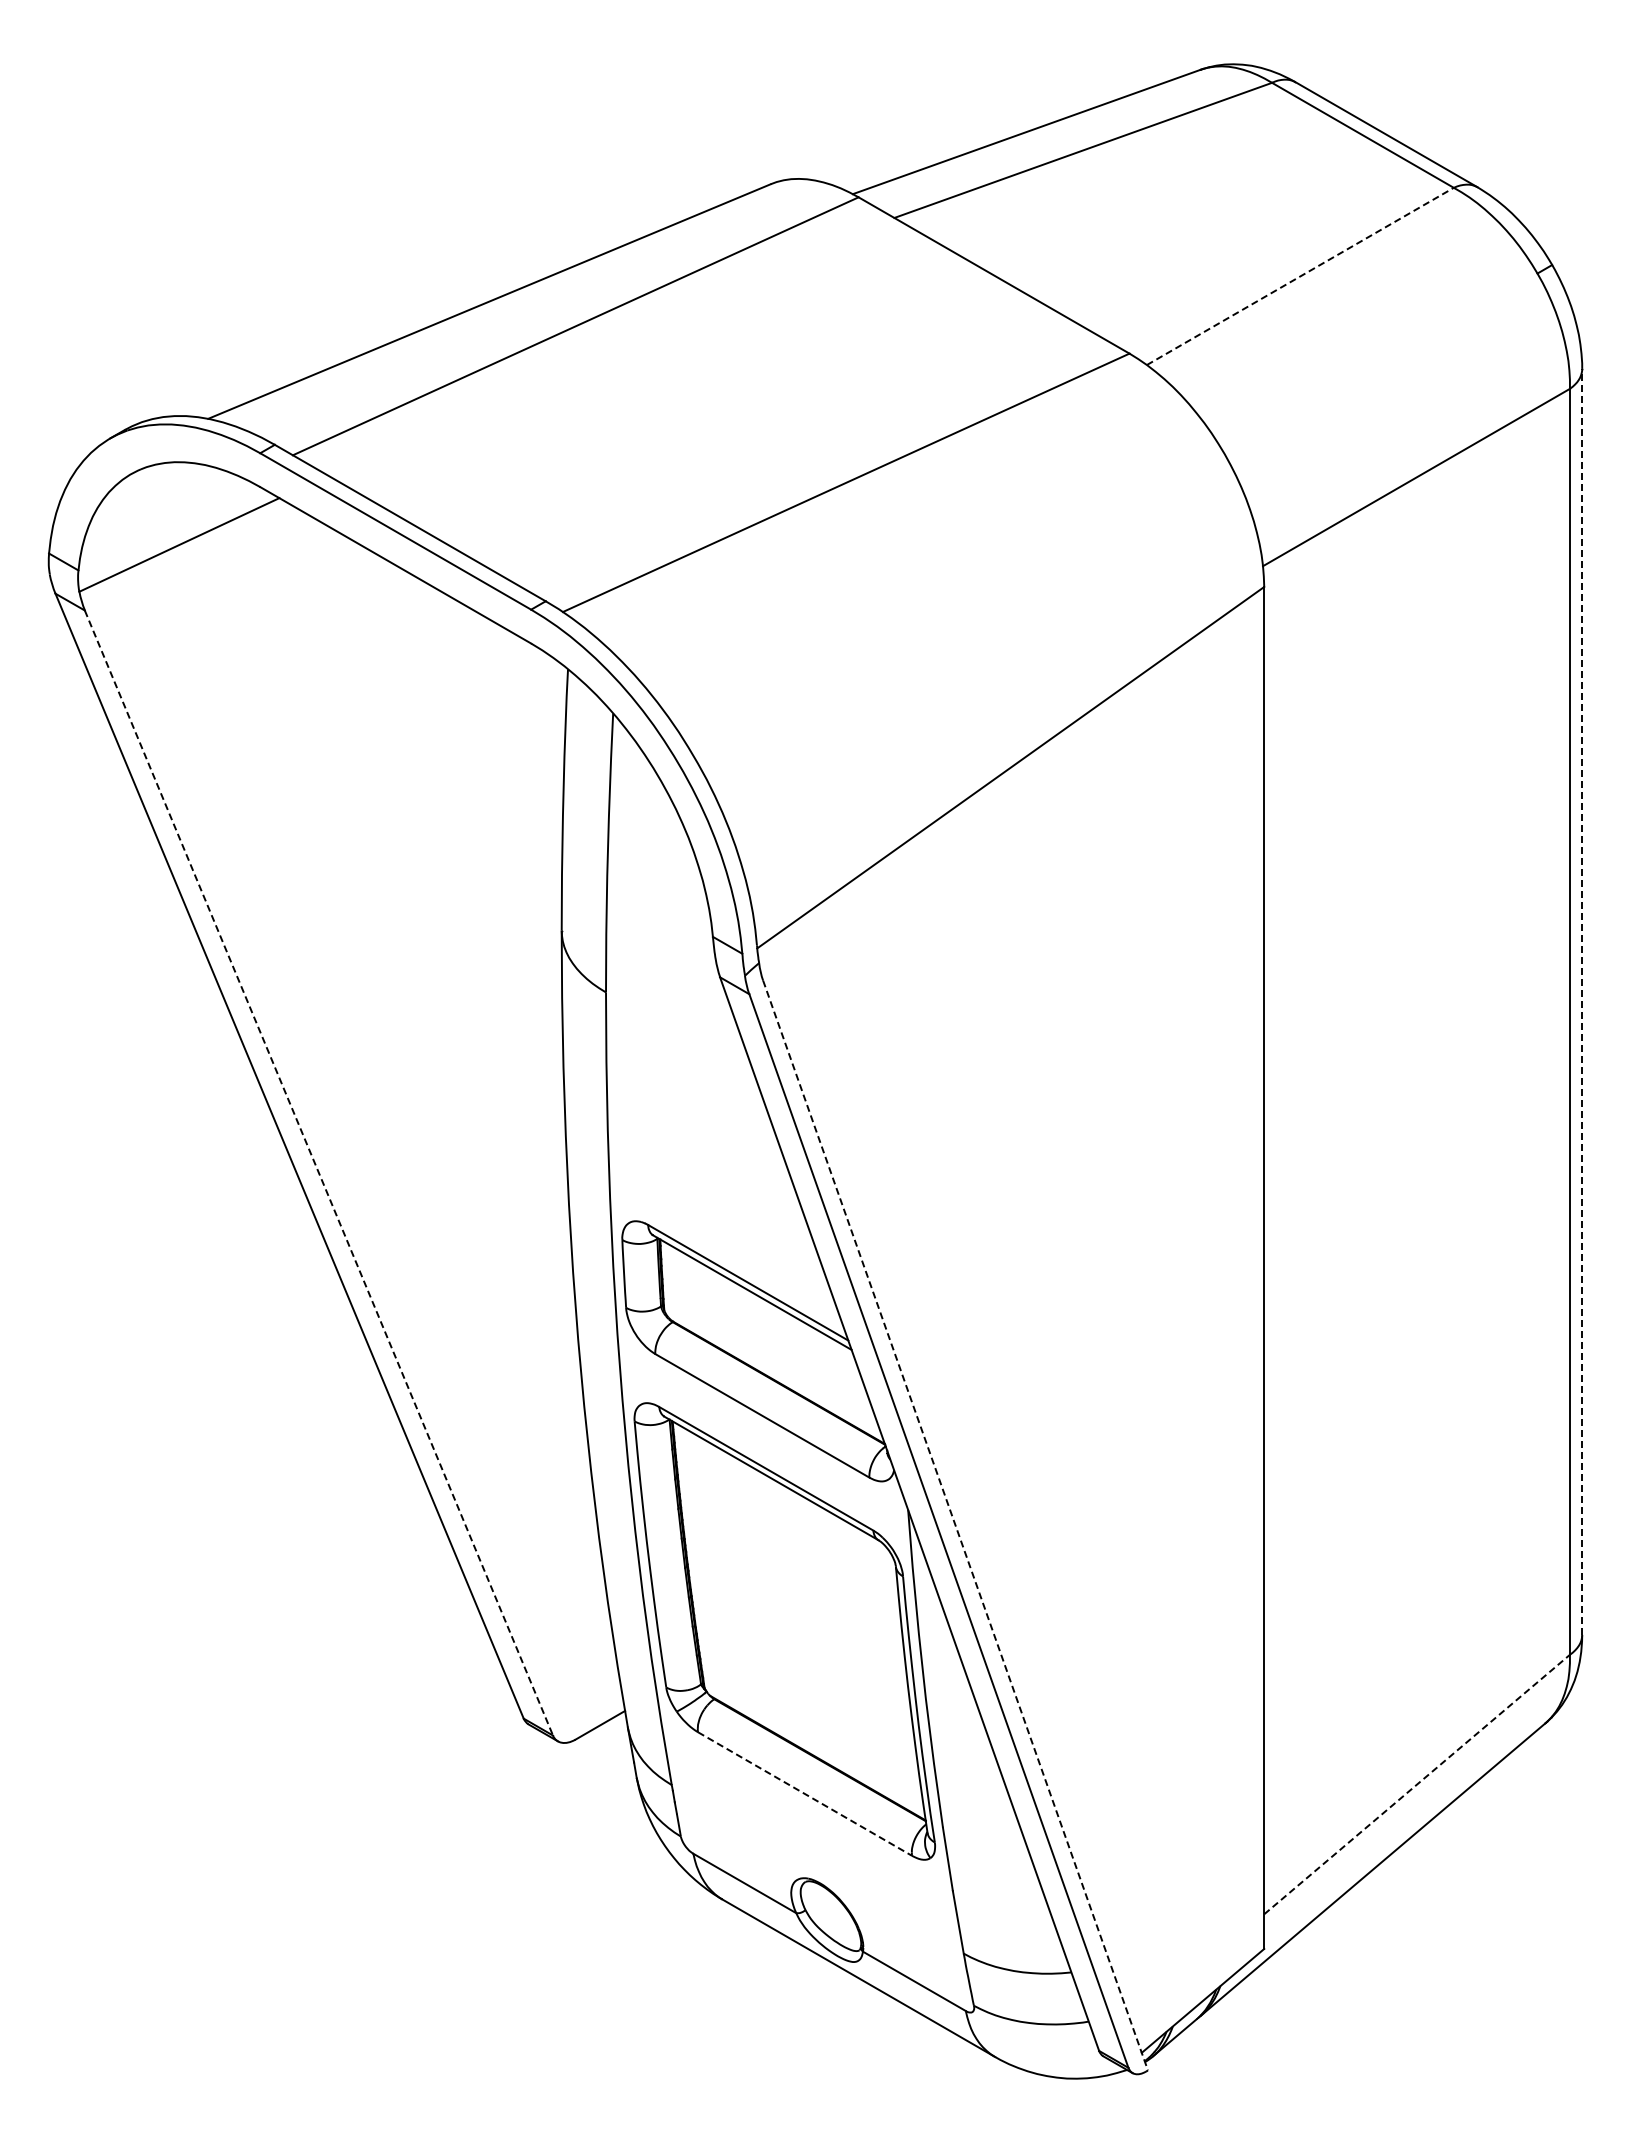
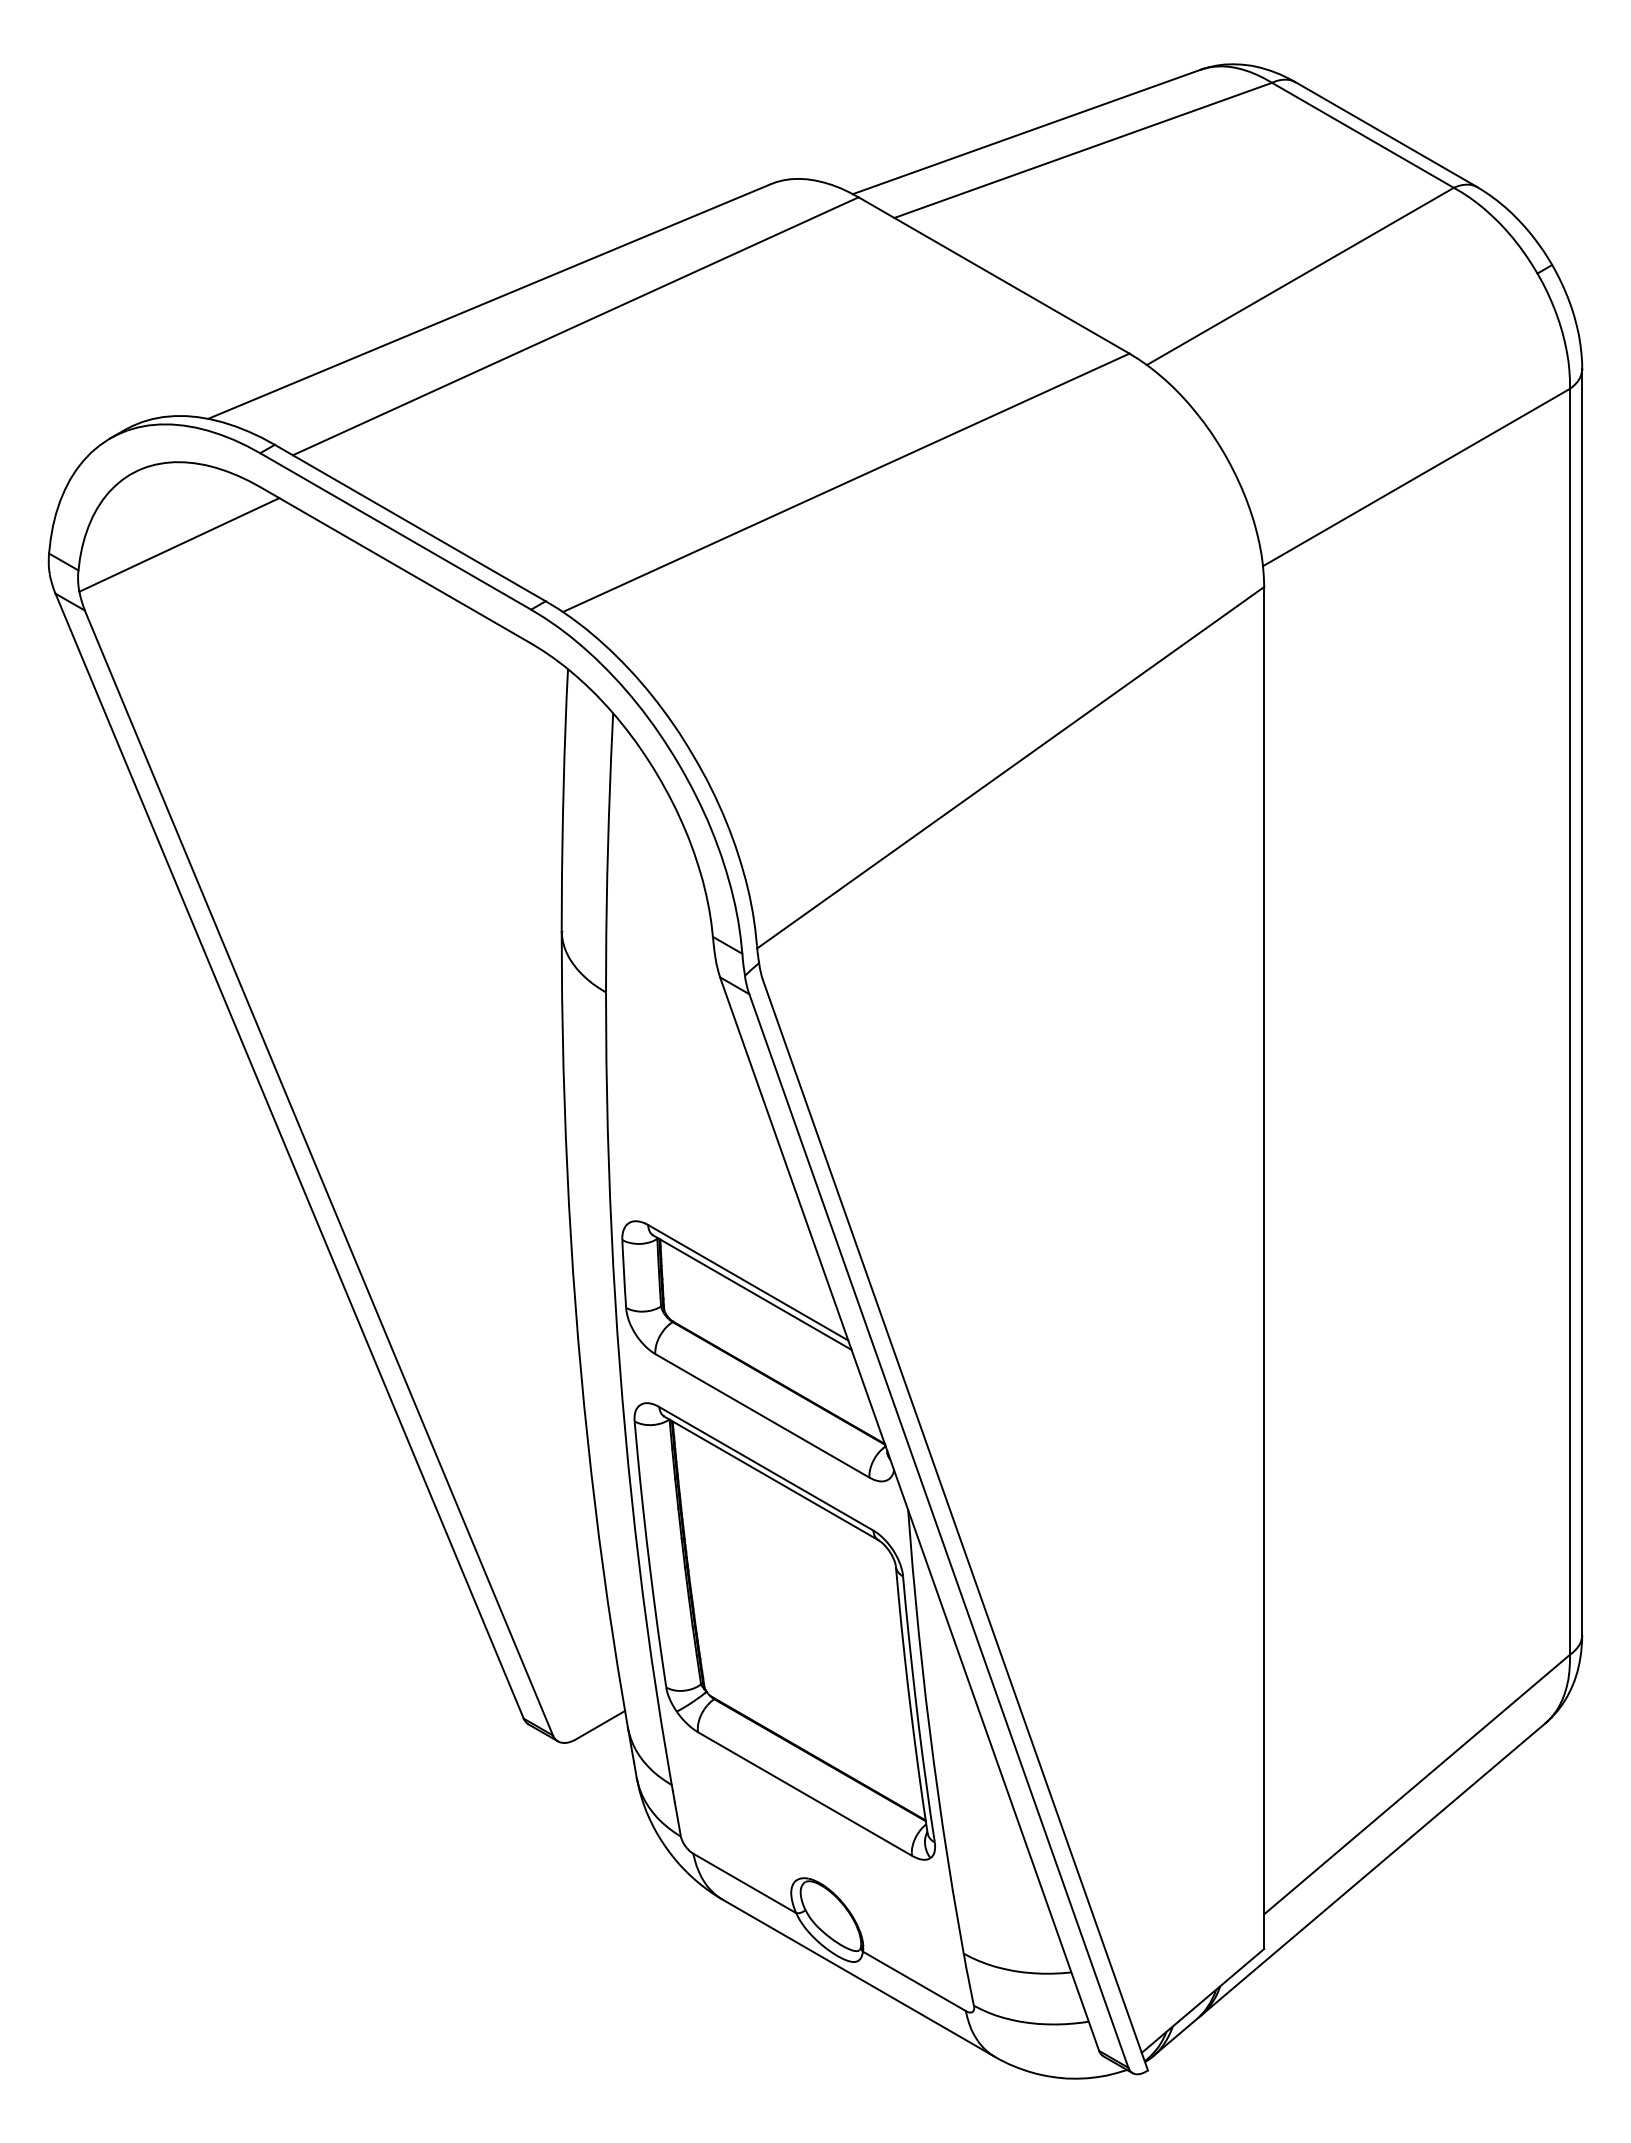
line at (1300, 276): dashed -> solid
line at (1582, 1001): dashed -> solid
line at (319, 1173): dashed -> solid
line at (955, 1525): dashed -> solid
line at (1417, 1784): dashed -> solid
line at (805, 1794): dashed -> solid
